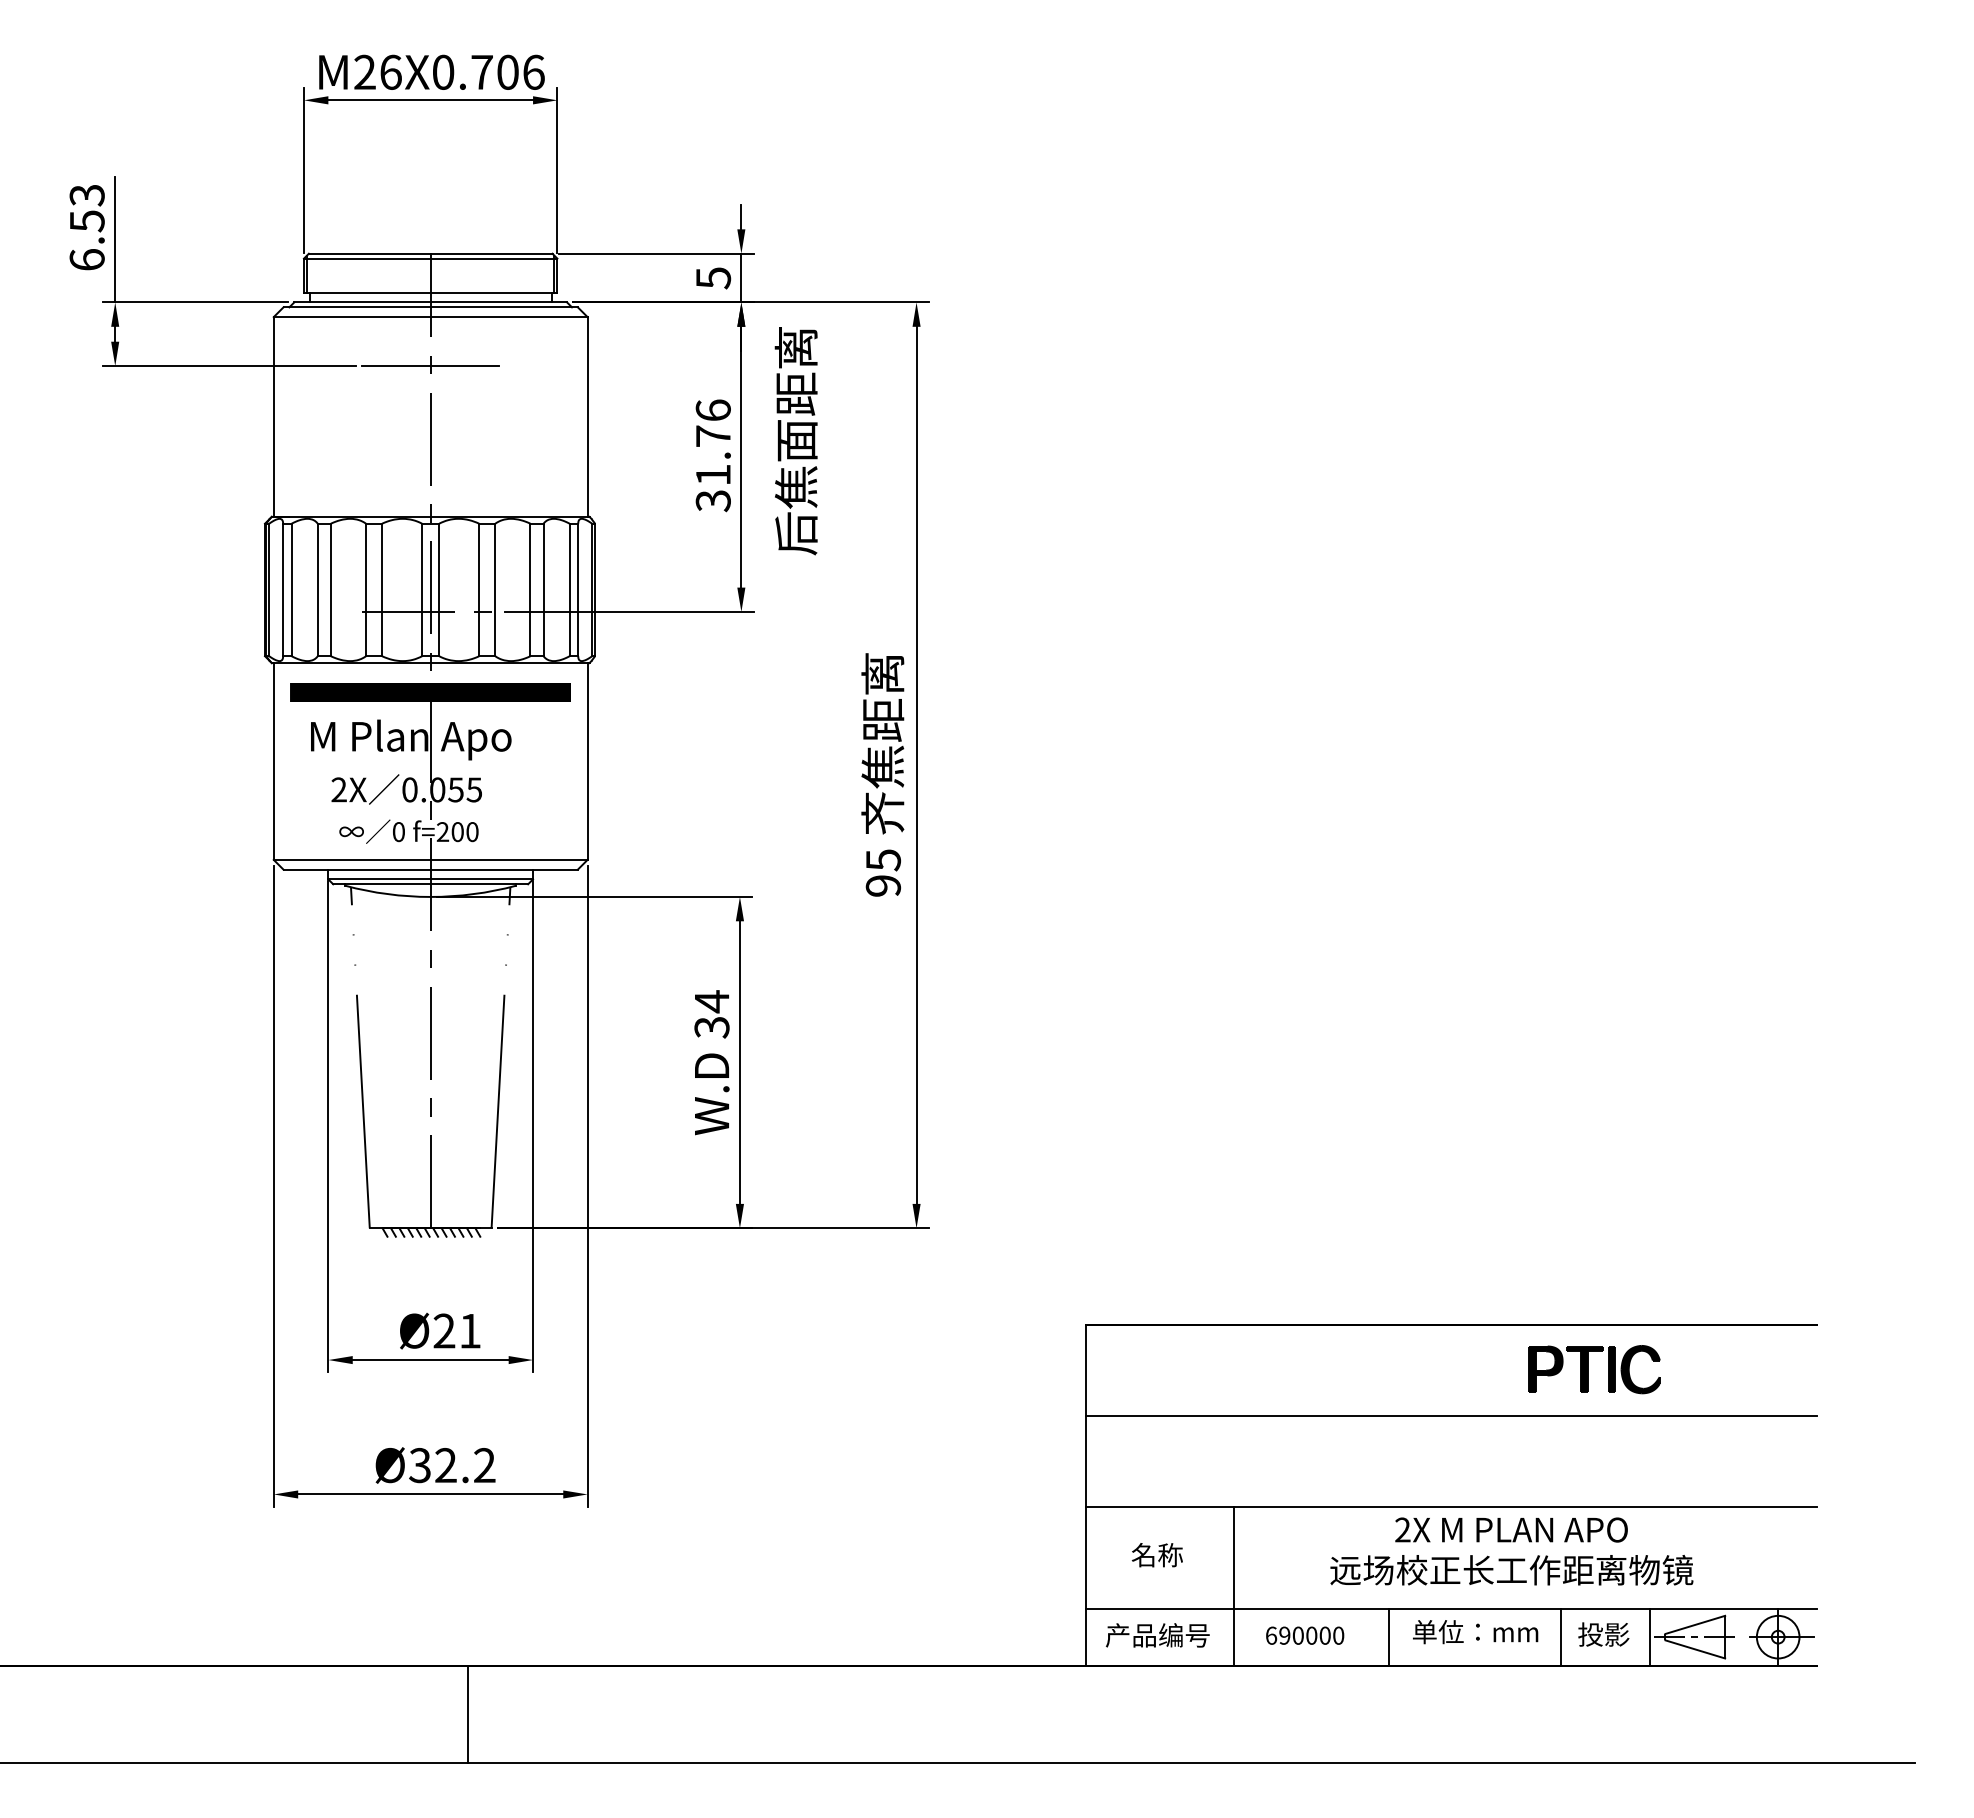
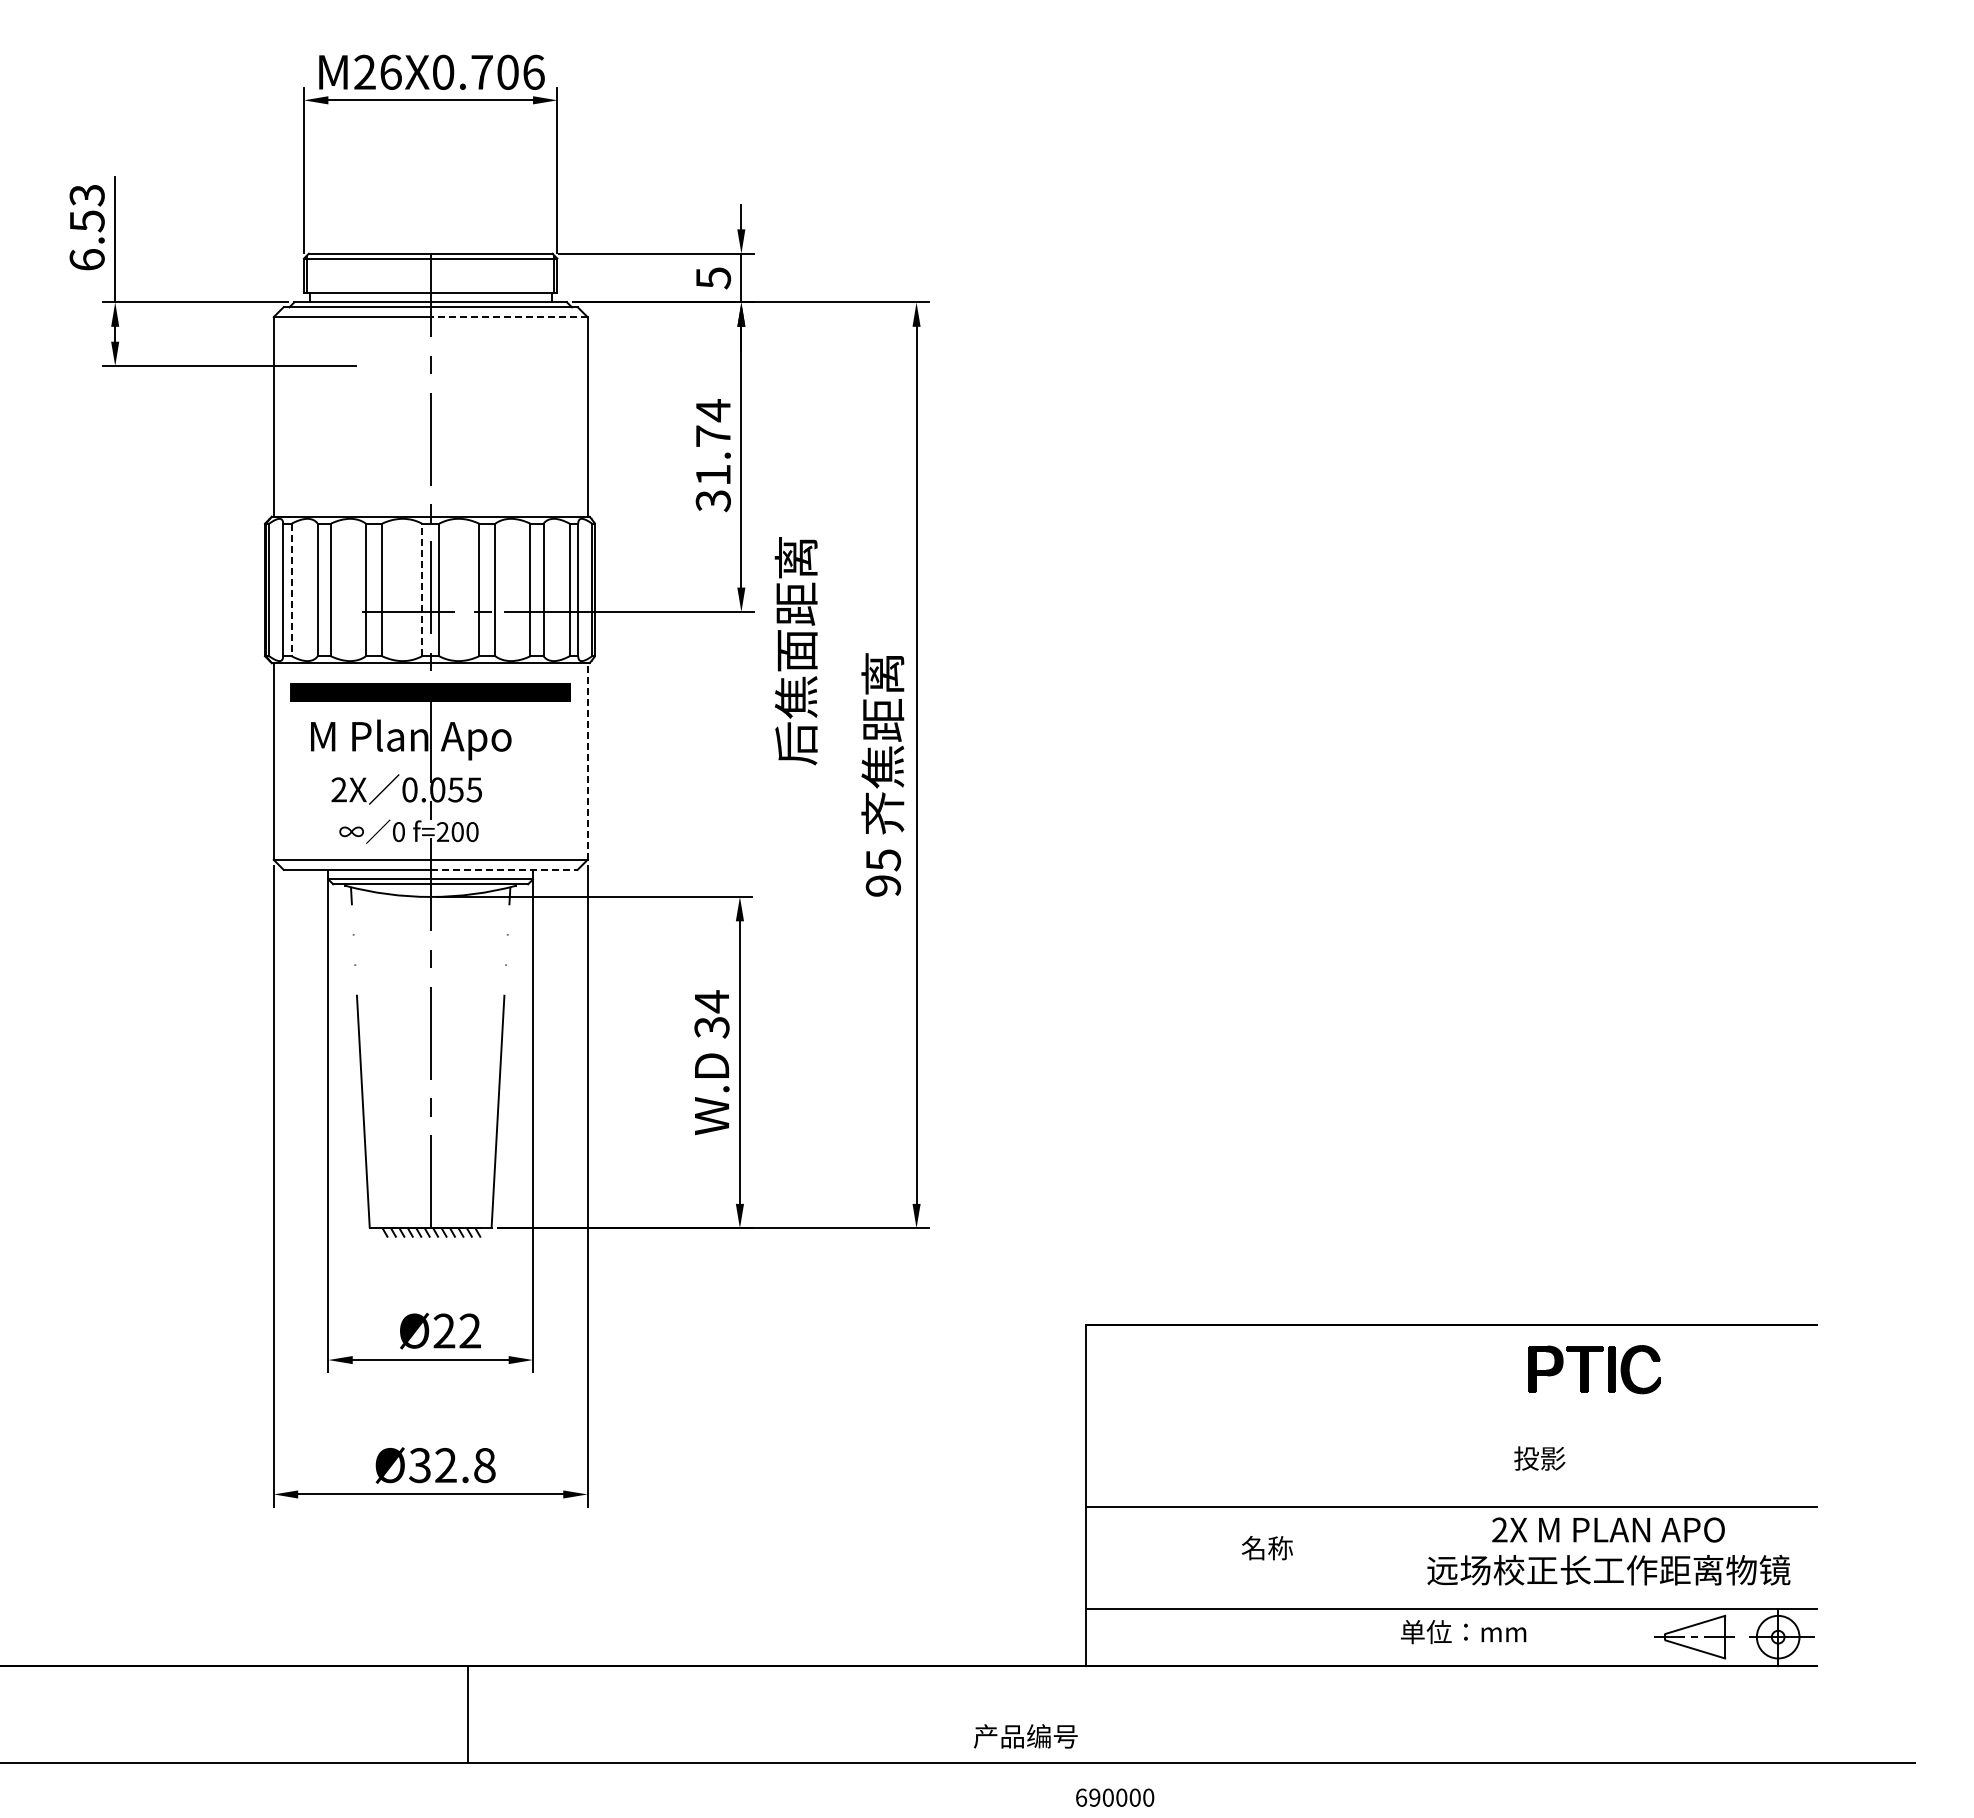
line at (508, 317): solid -> dashed
line at (430, 366): present -> none
text at (712, 410): 31.76 -> 31.74
text at (795, 441) position: (795, 441) -> (795, 651)
line at (422, 589): solid -> dashed
line at (291, 590): solid -> dashed
line at (587, 760): solid -> dashed
line at (504, 869): solid -> dashed
text at (469, 1330): Ø21 -> Ø22
line at (1451, 1415): present -> none
text at (484, 1465): Ø32.2 -> Ø32.8
text at (1511, 1551) position: (1511, 1551) -> (1608, 1551)
text at (1156, 1555) position: (1156, 1555) -> (1266, 1548)
line at (1233, 1585): present -> none
text at (1475, 1632) position: (1475, 1632) -> (1463, 1632)
text at (1603, 1634) position: (1603, 1634) -> (1539, 1458)
text at (1157, 1635) position: (1157, 1635) -> (1025, 1736)
text at (1305, 1635) position: (1305, 1635) -> (1115, 1797)
line at (1389, 1636): present -> none
line at (1560, 1636): present -> none
line at (1649, 1636): present -> none
